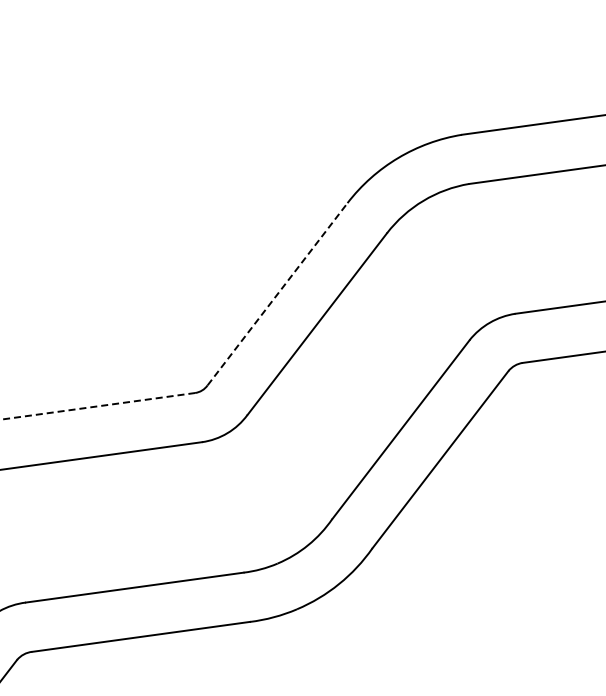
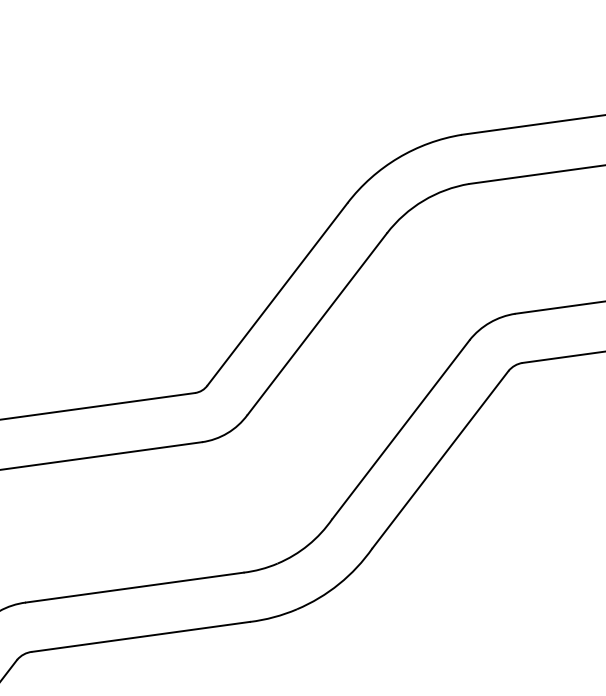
line at (277, 294): dashed -> solid
line at (98, 406): dashed -> solid
